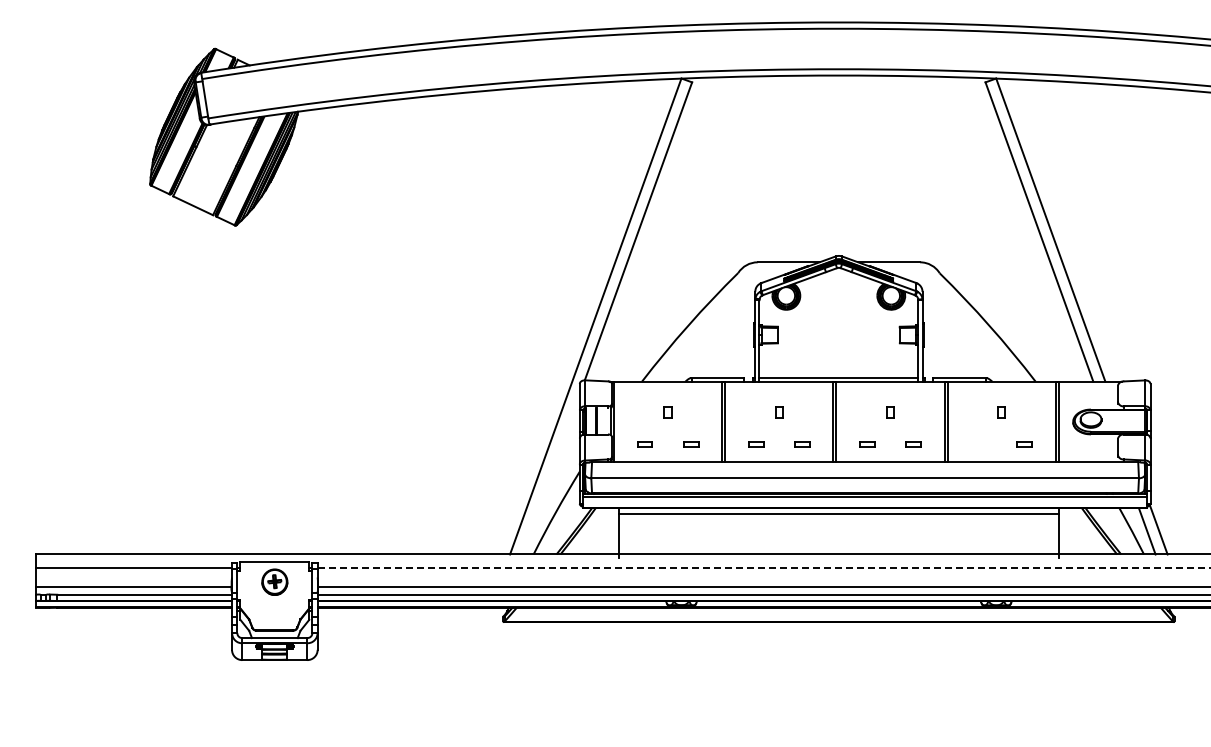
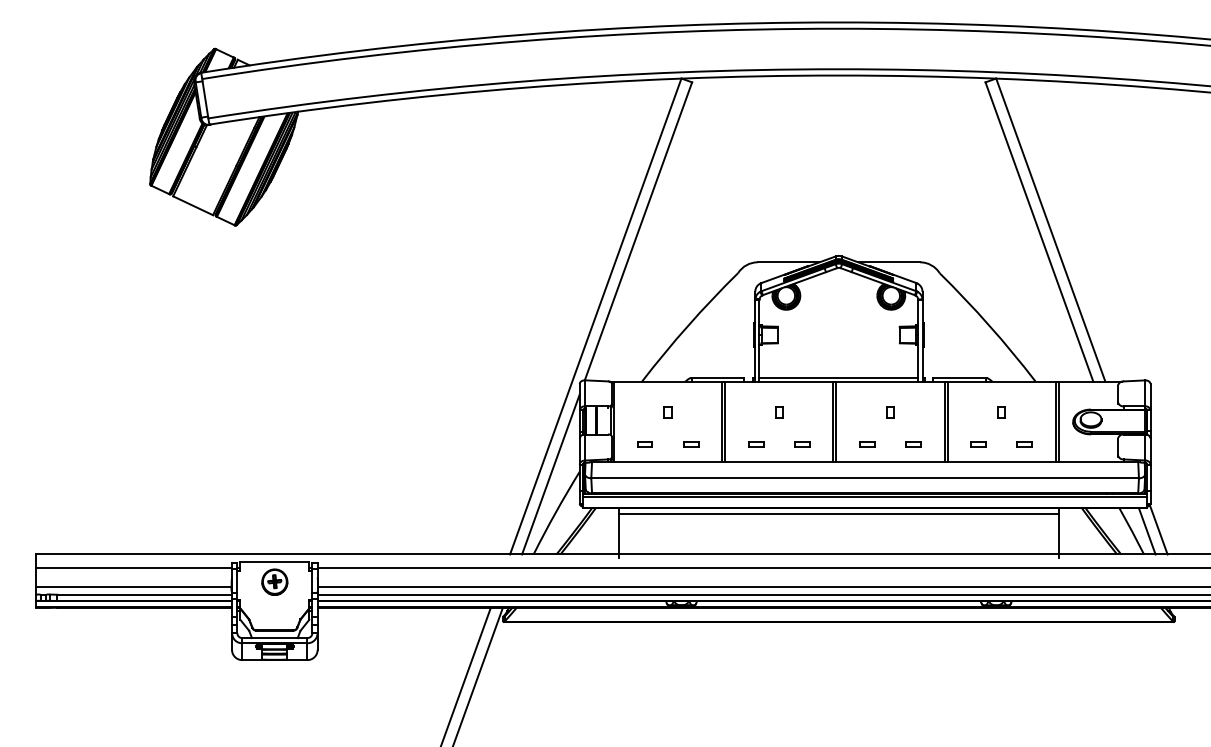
part at (978, 444): none -> present
line at (550, 474): none -> present
line at (764, 568): dashed -> solid
line at (466, 675): none -> present
line at (478, 675): none -> present
